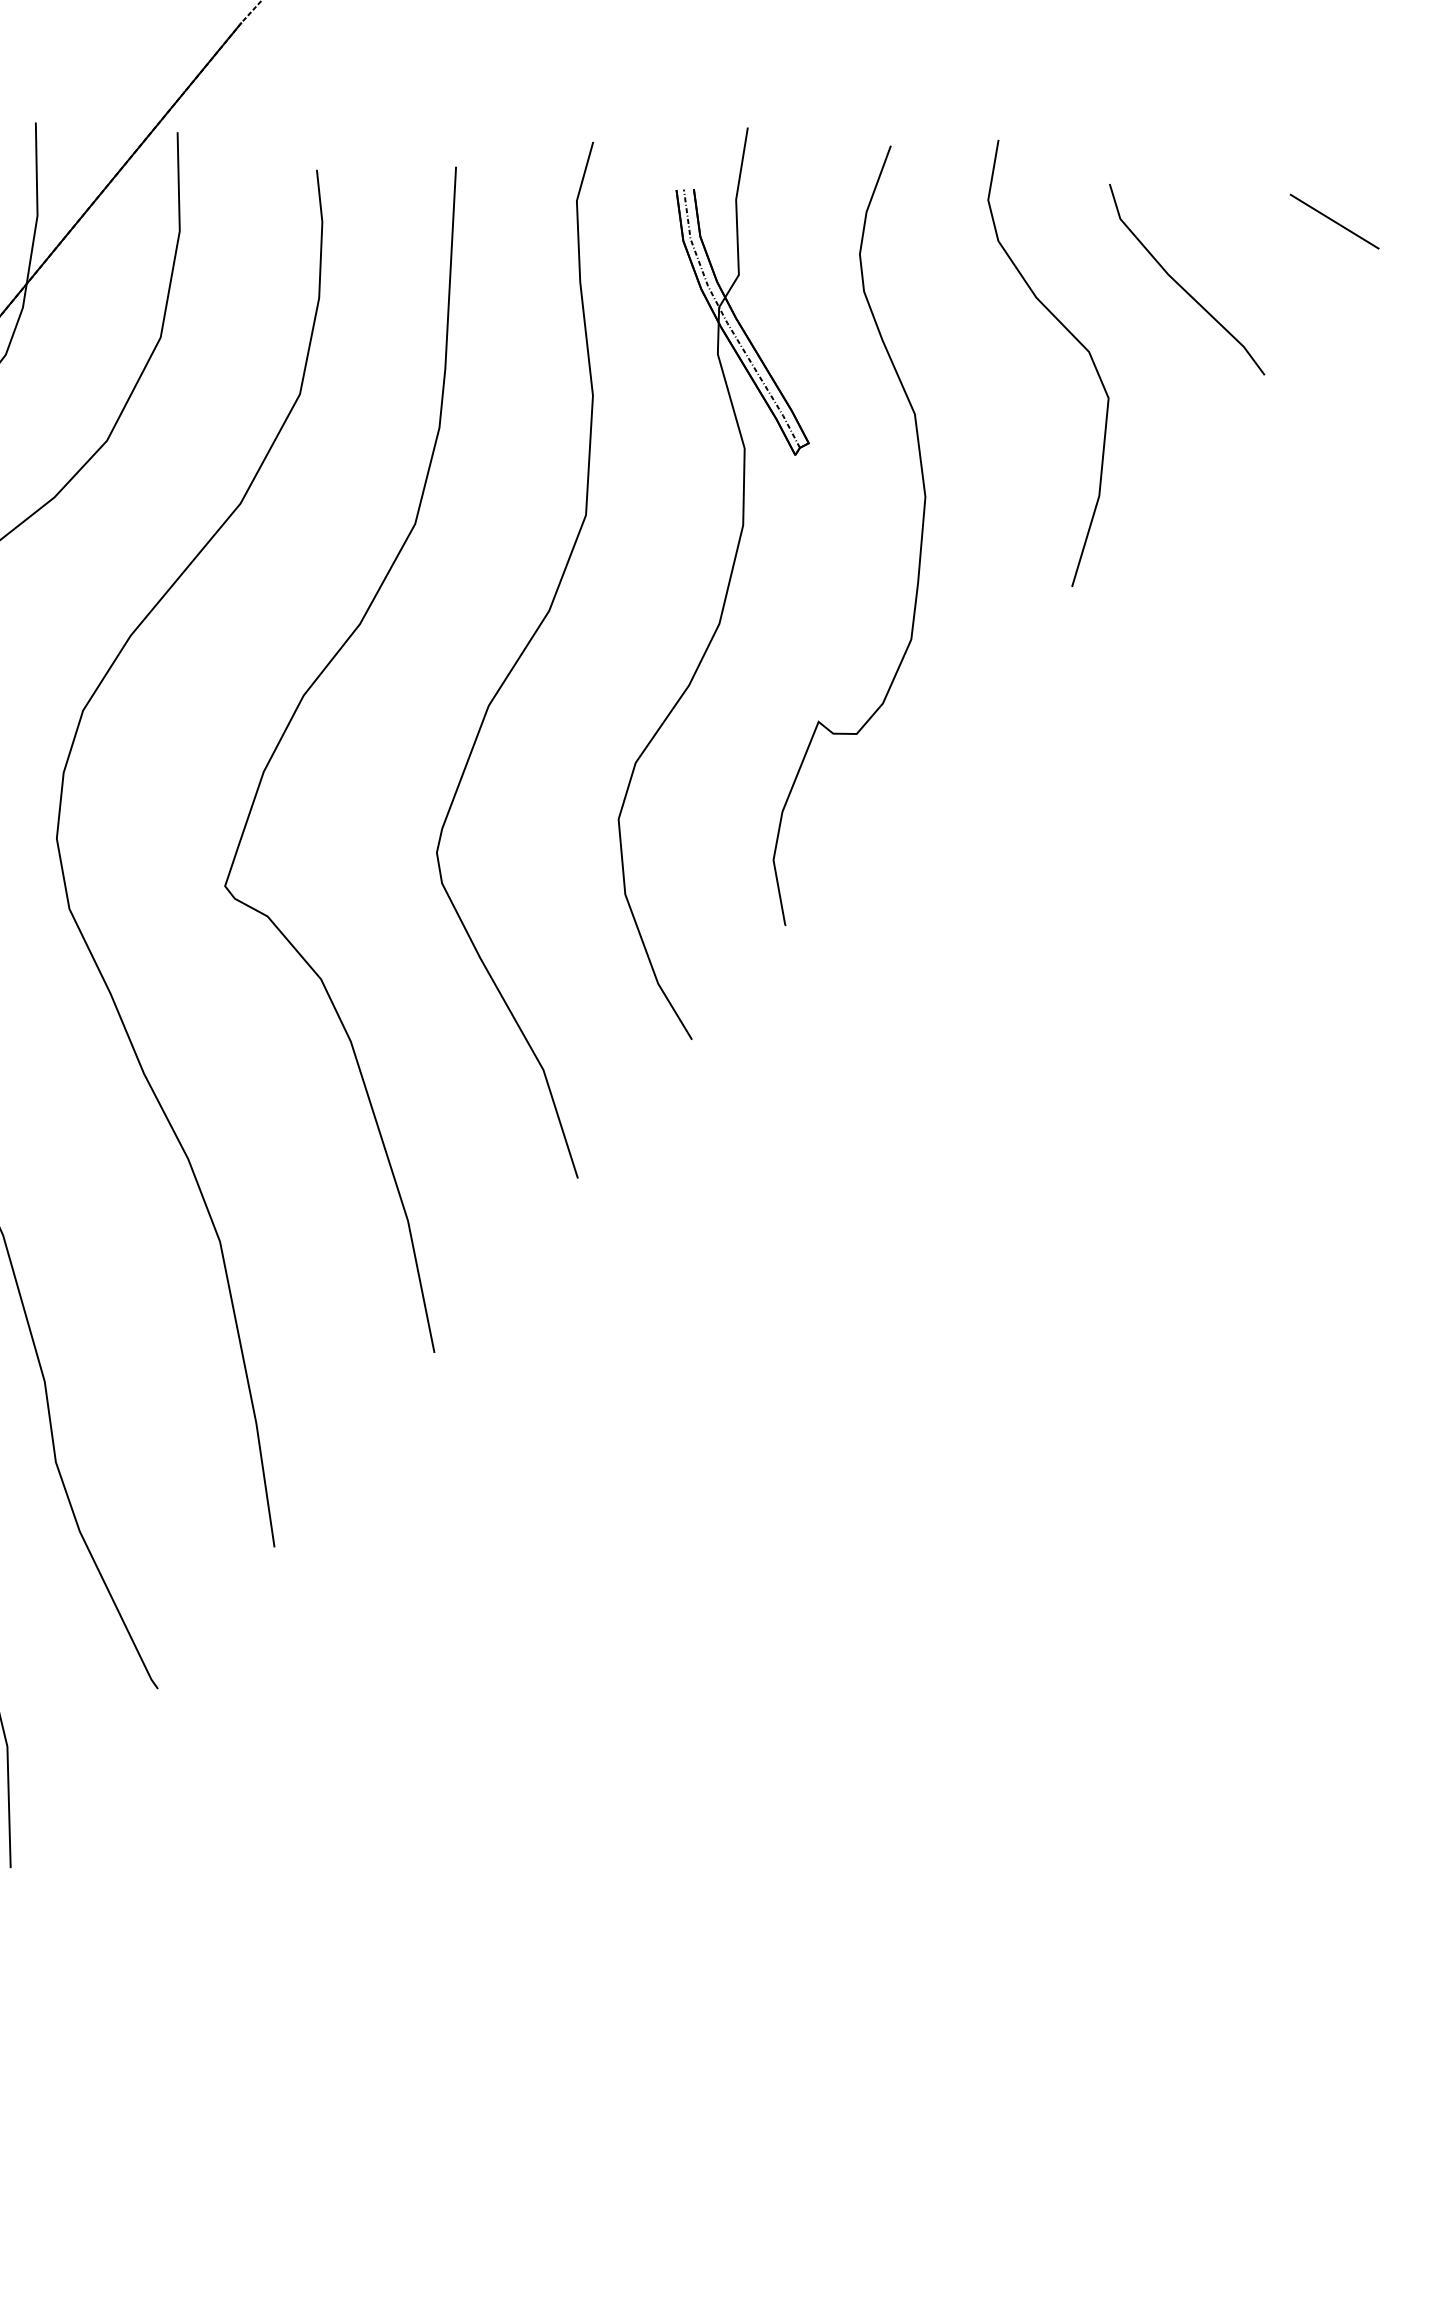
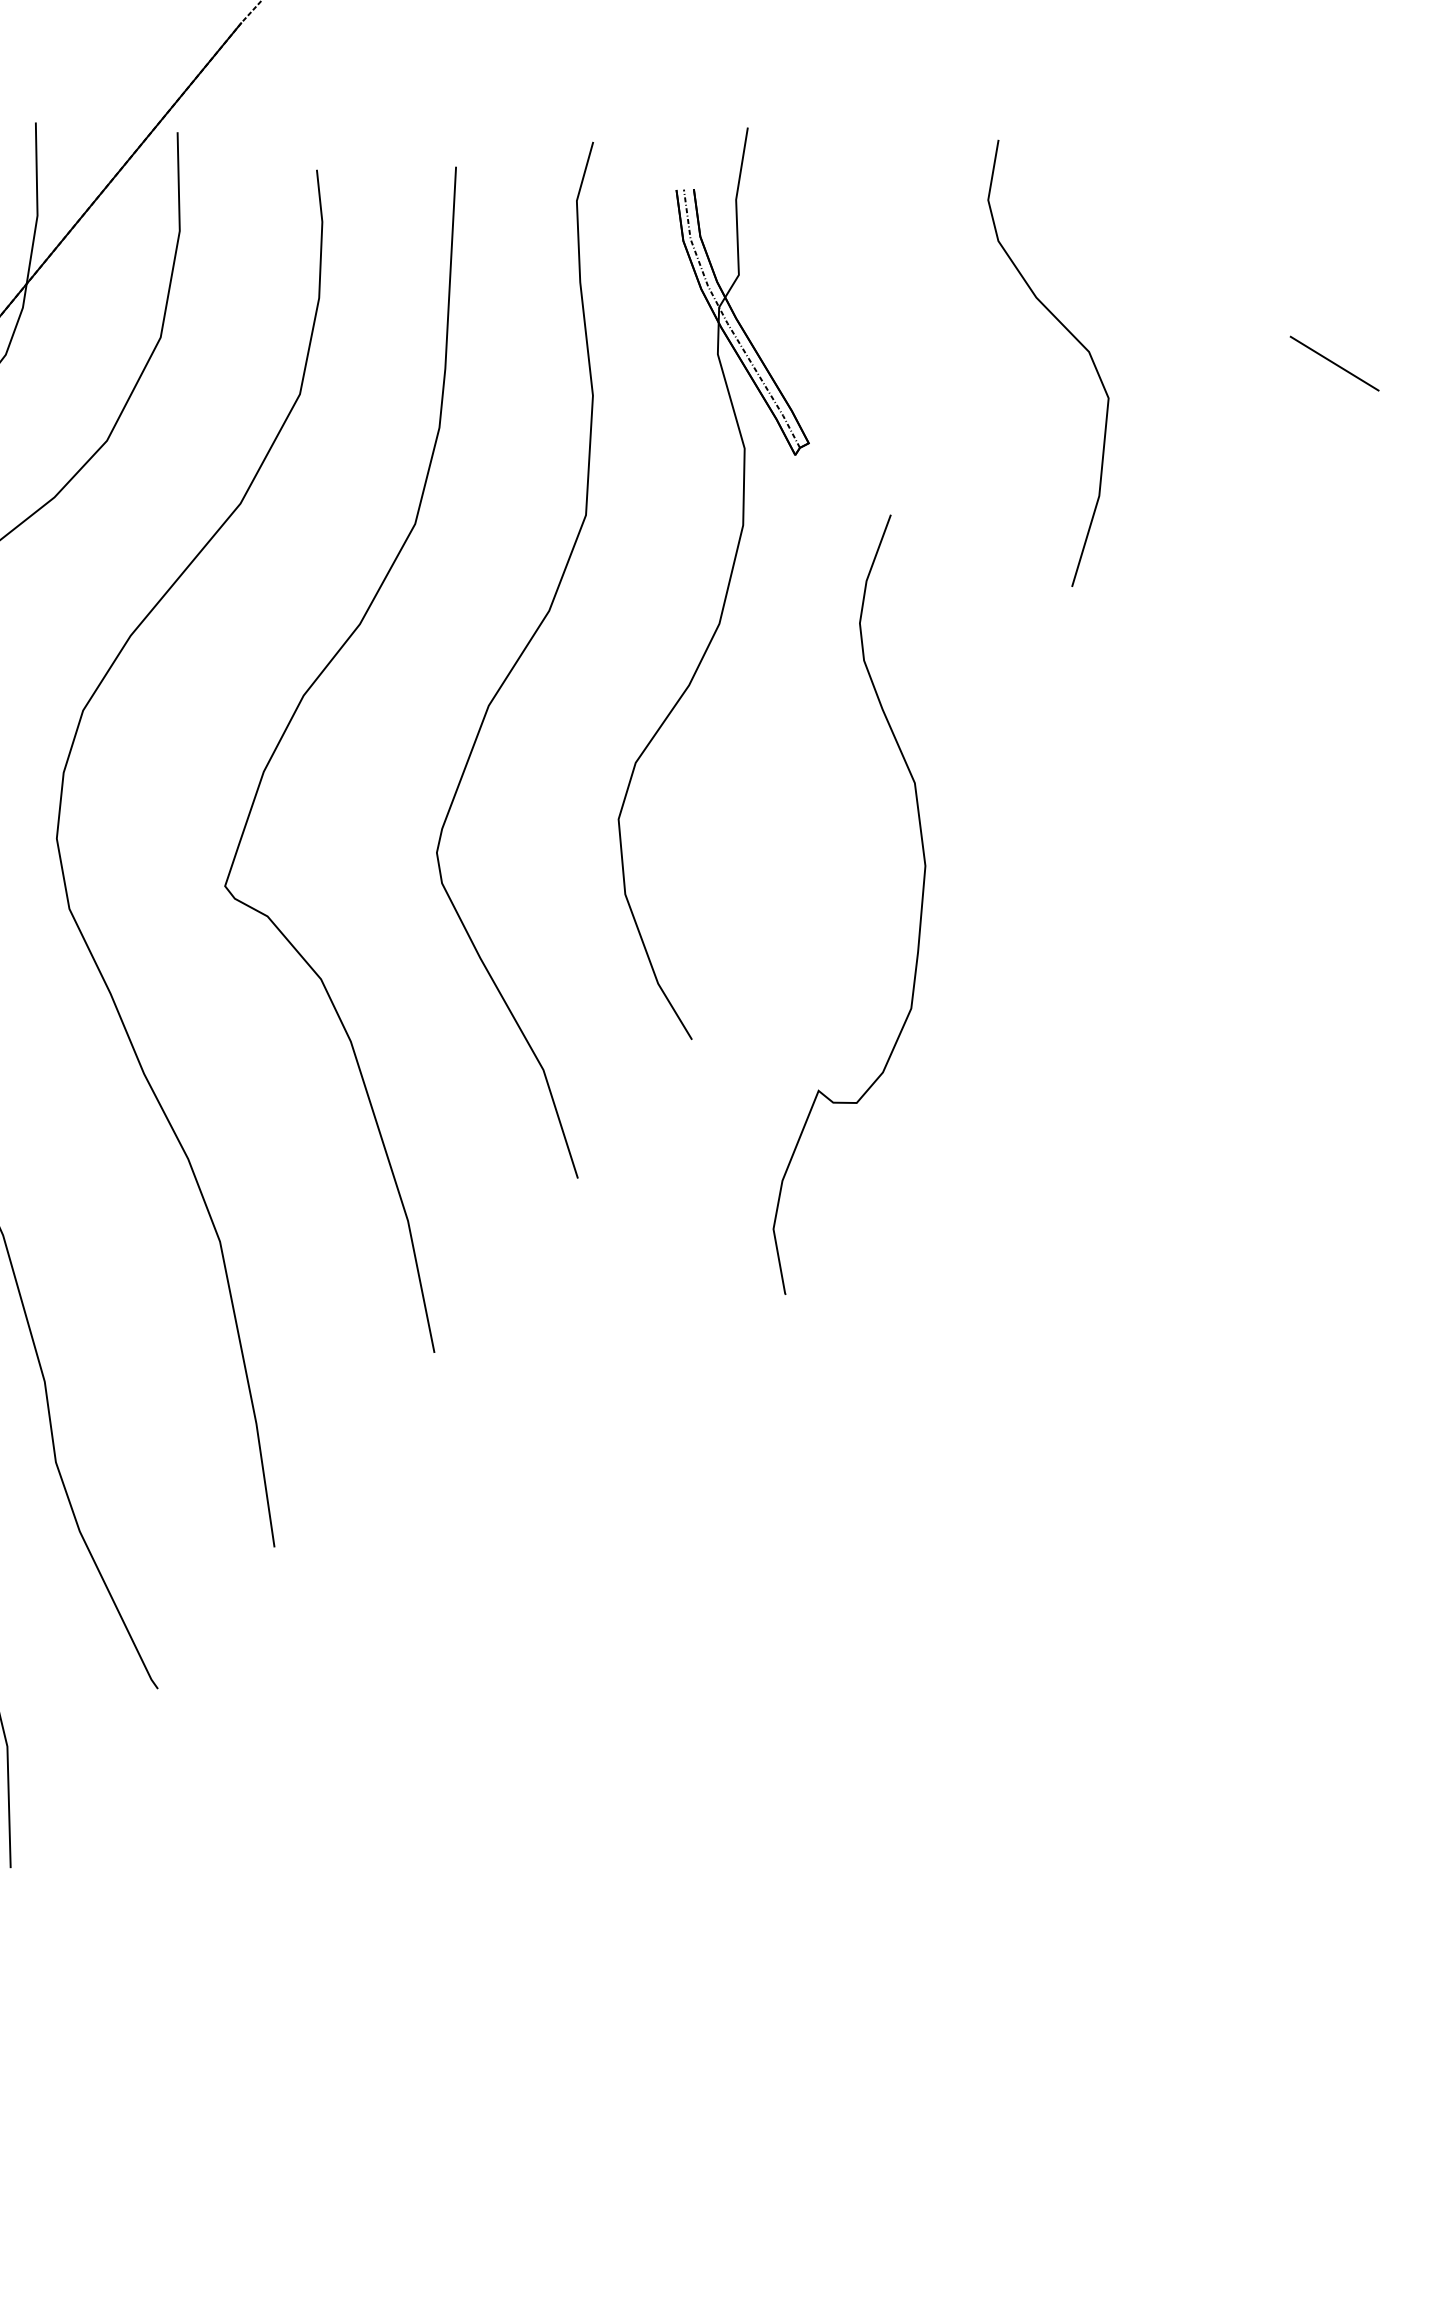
line at (1334, 221) position: (1334, 221) -> (1334, 363)
part at (1181, 285): present -> none
part at (920, 539) position: (920, 539) -> (920, 908)
